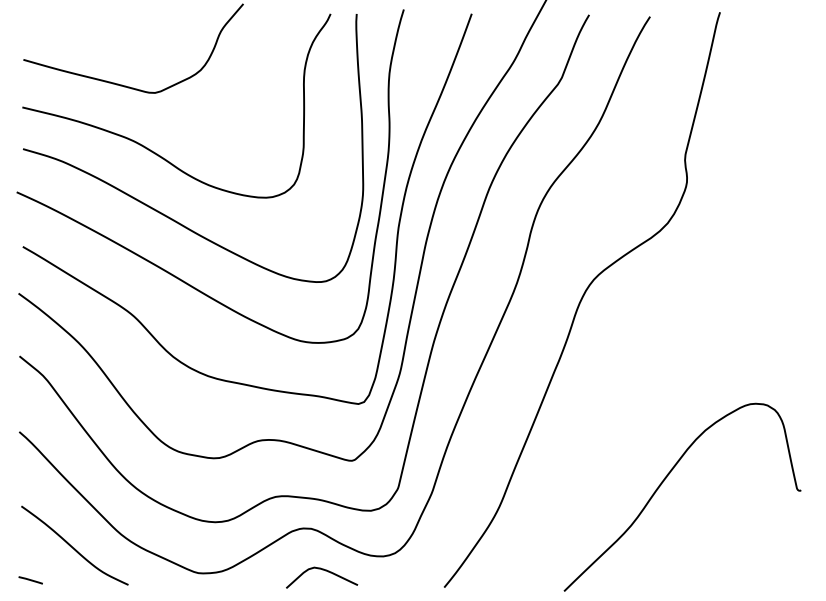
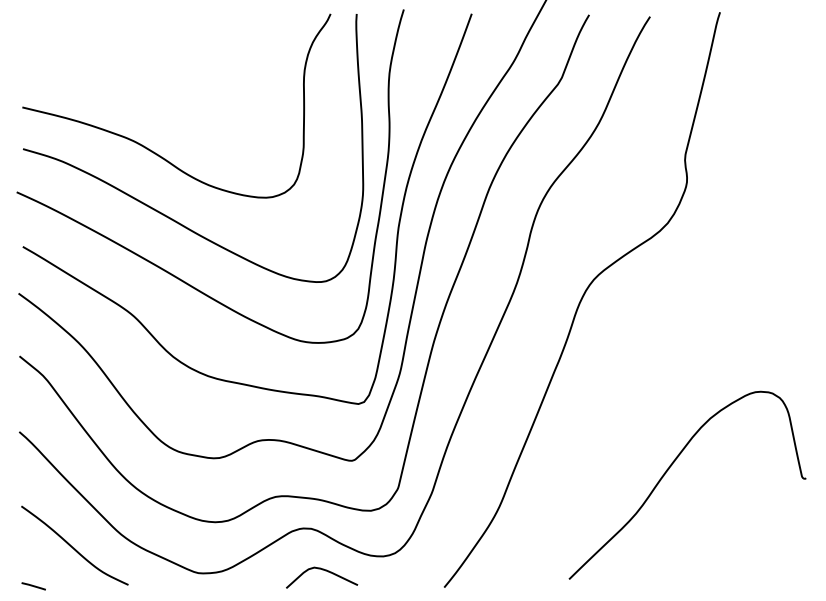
curve at (122, 84): present -> none
curve at (664, 481) position: (664, 481) -> (669, 469)
line at (30, 580) position: (30, 580) -> (33, 586)
